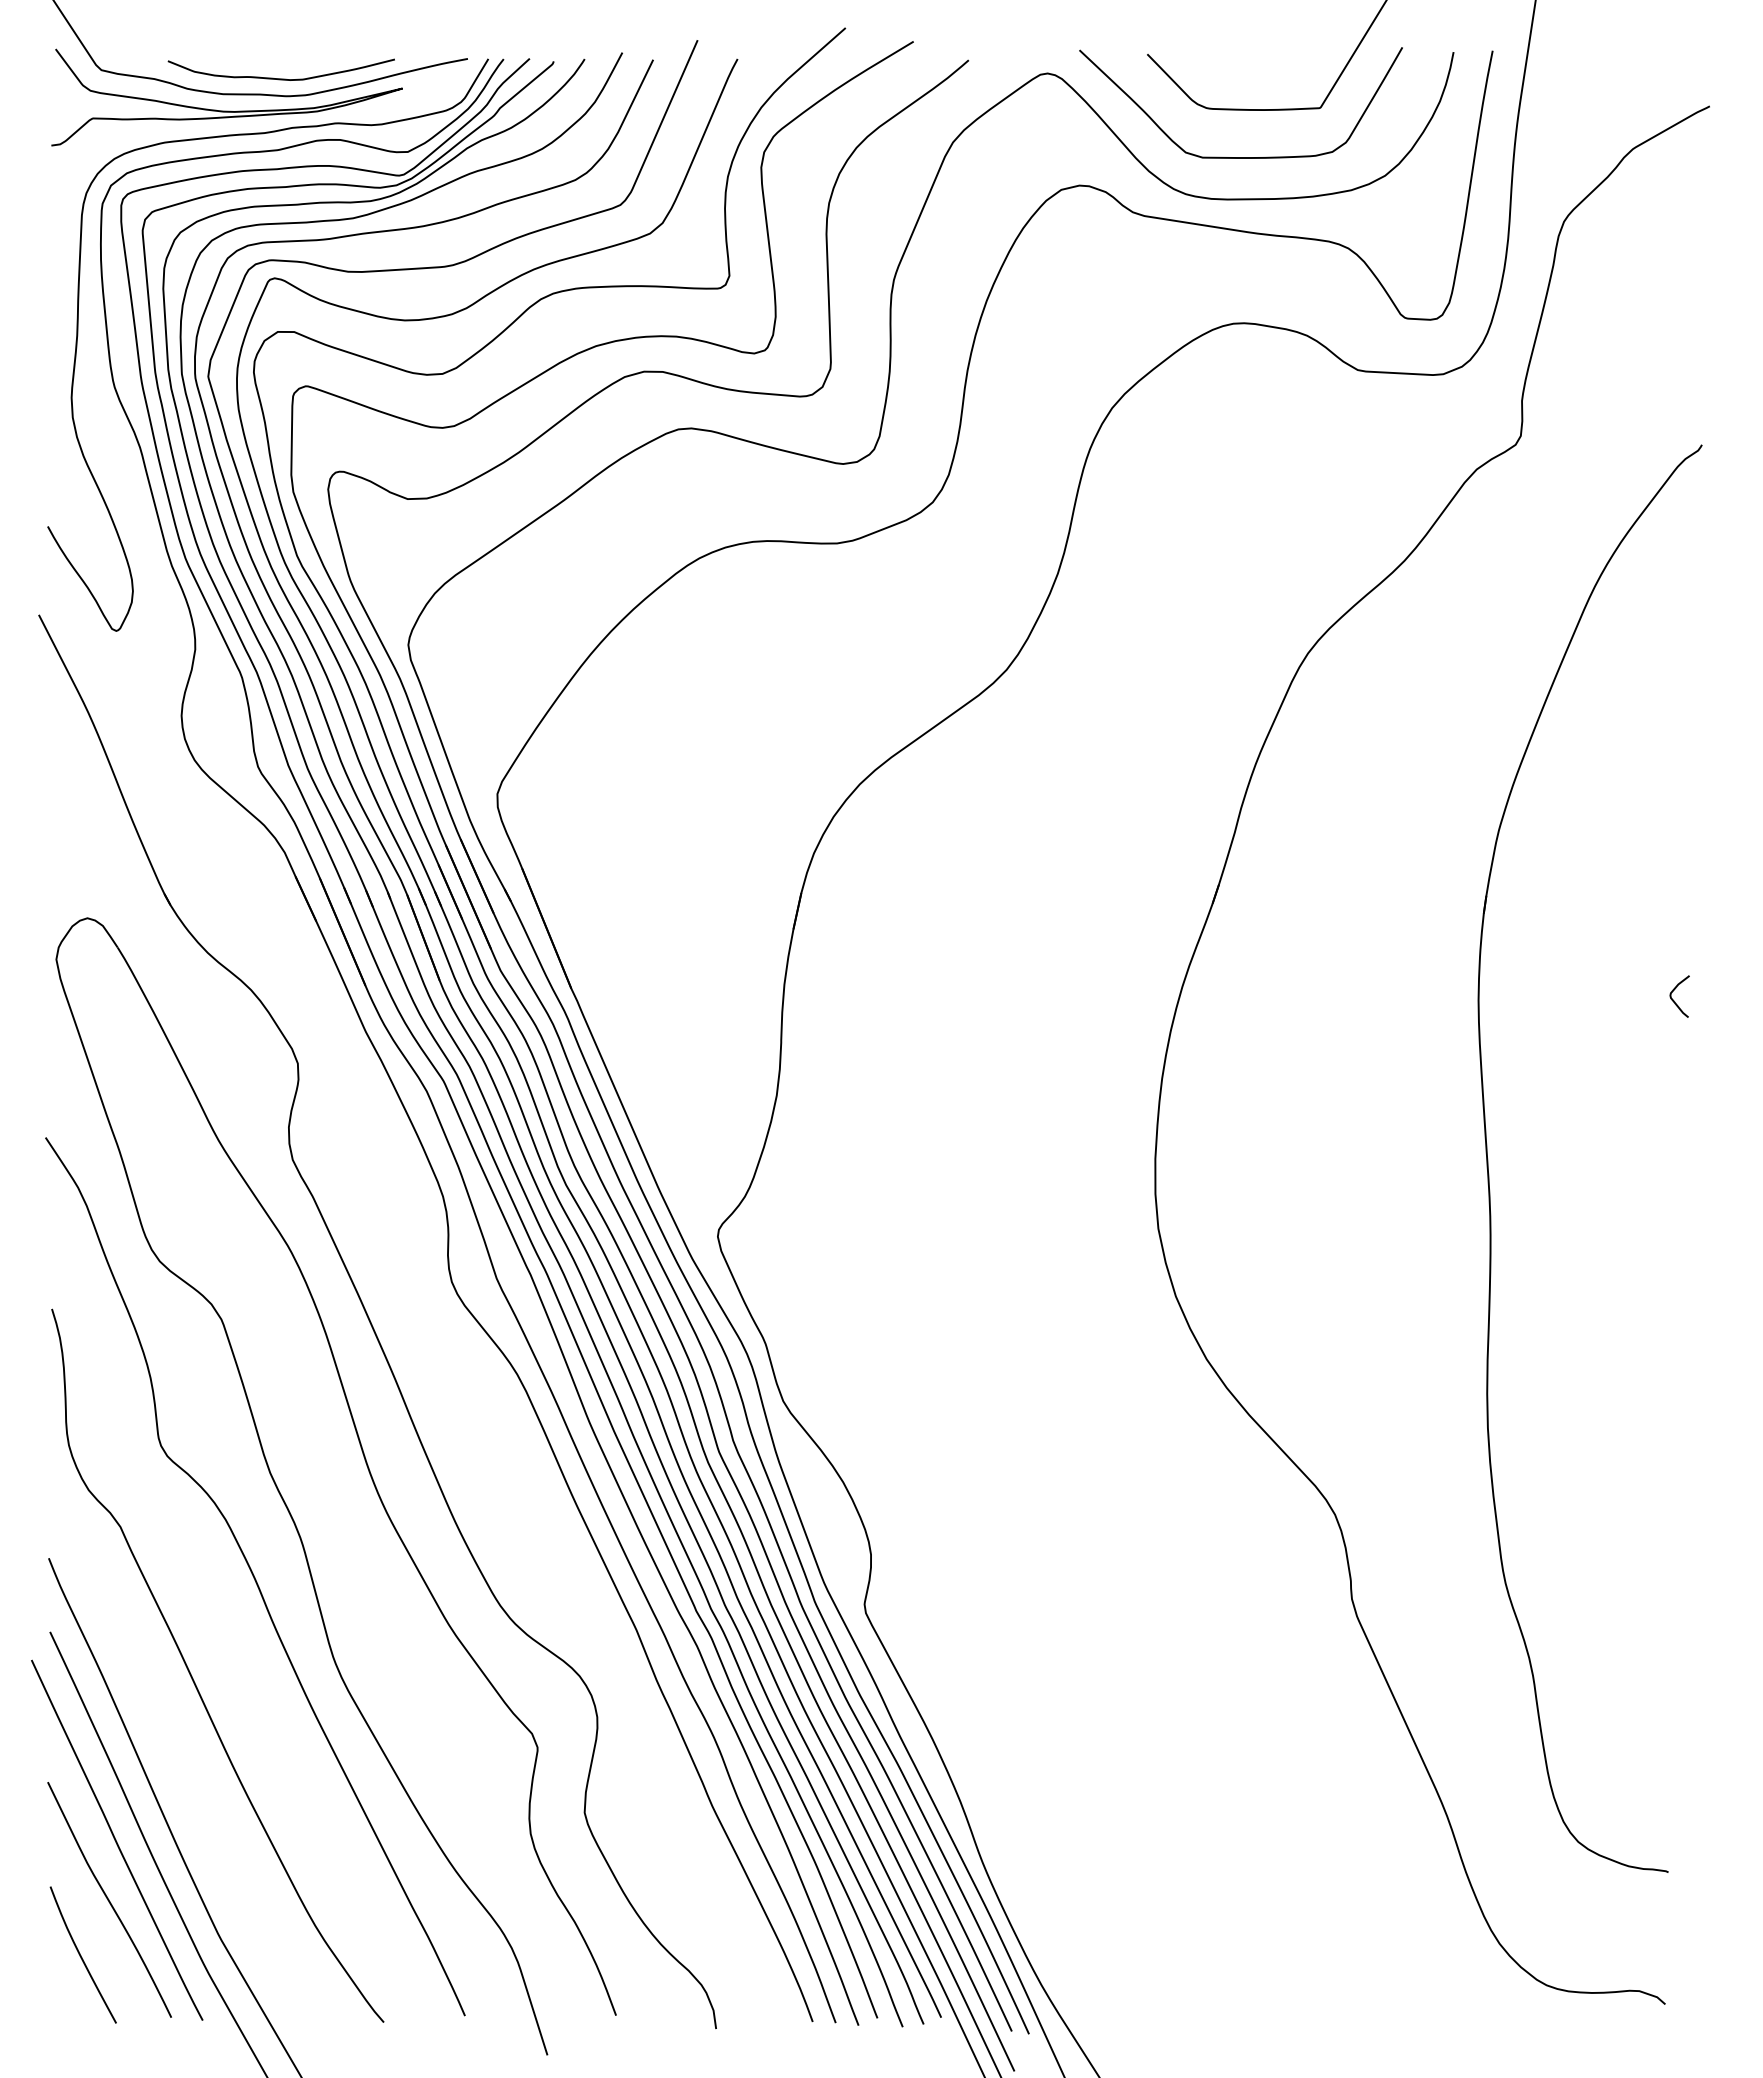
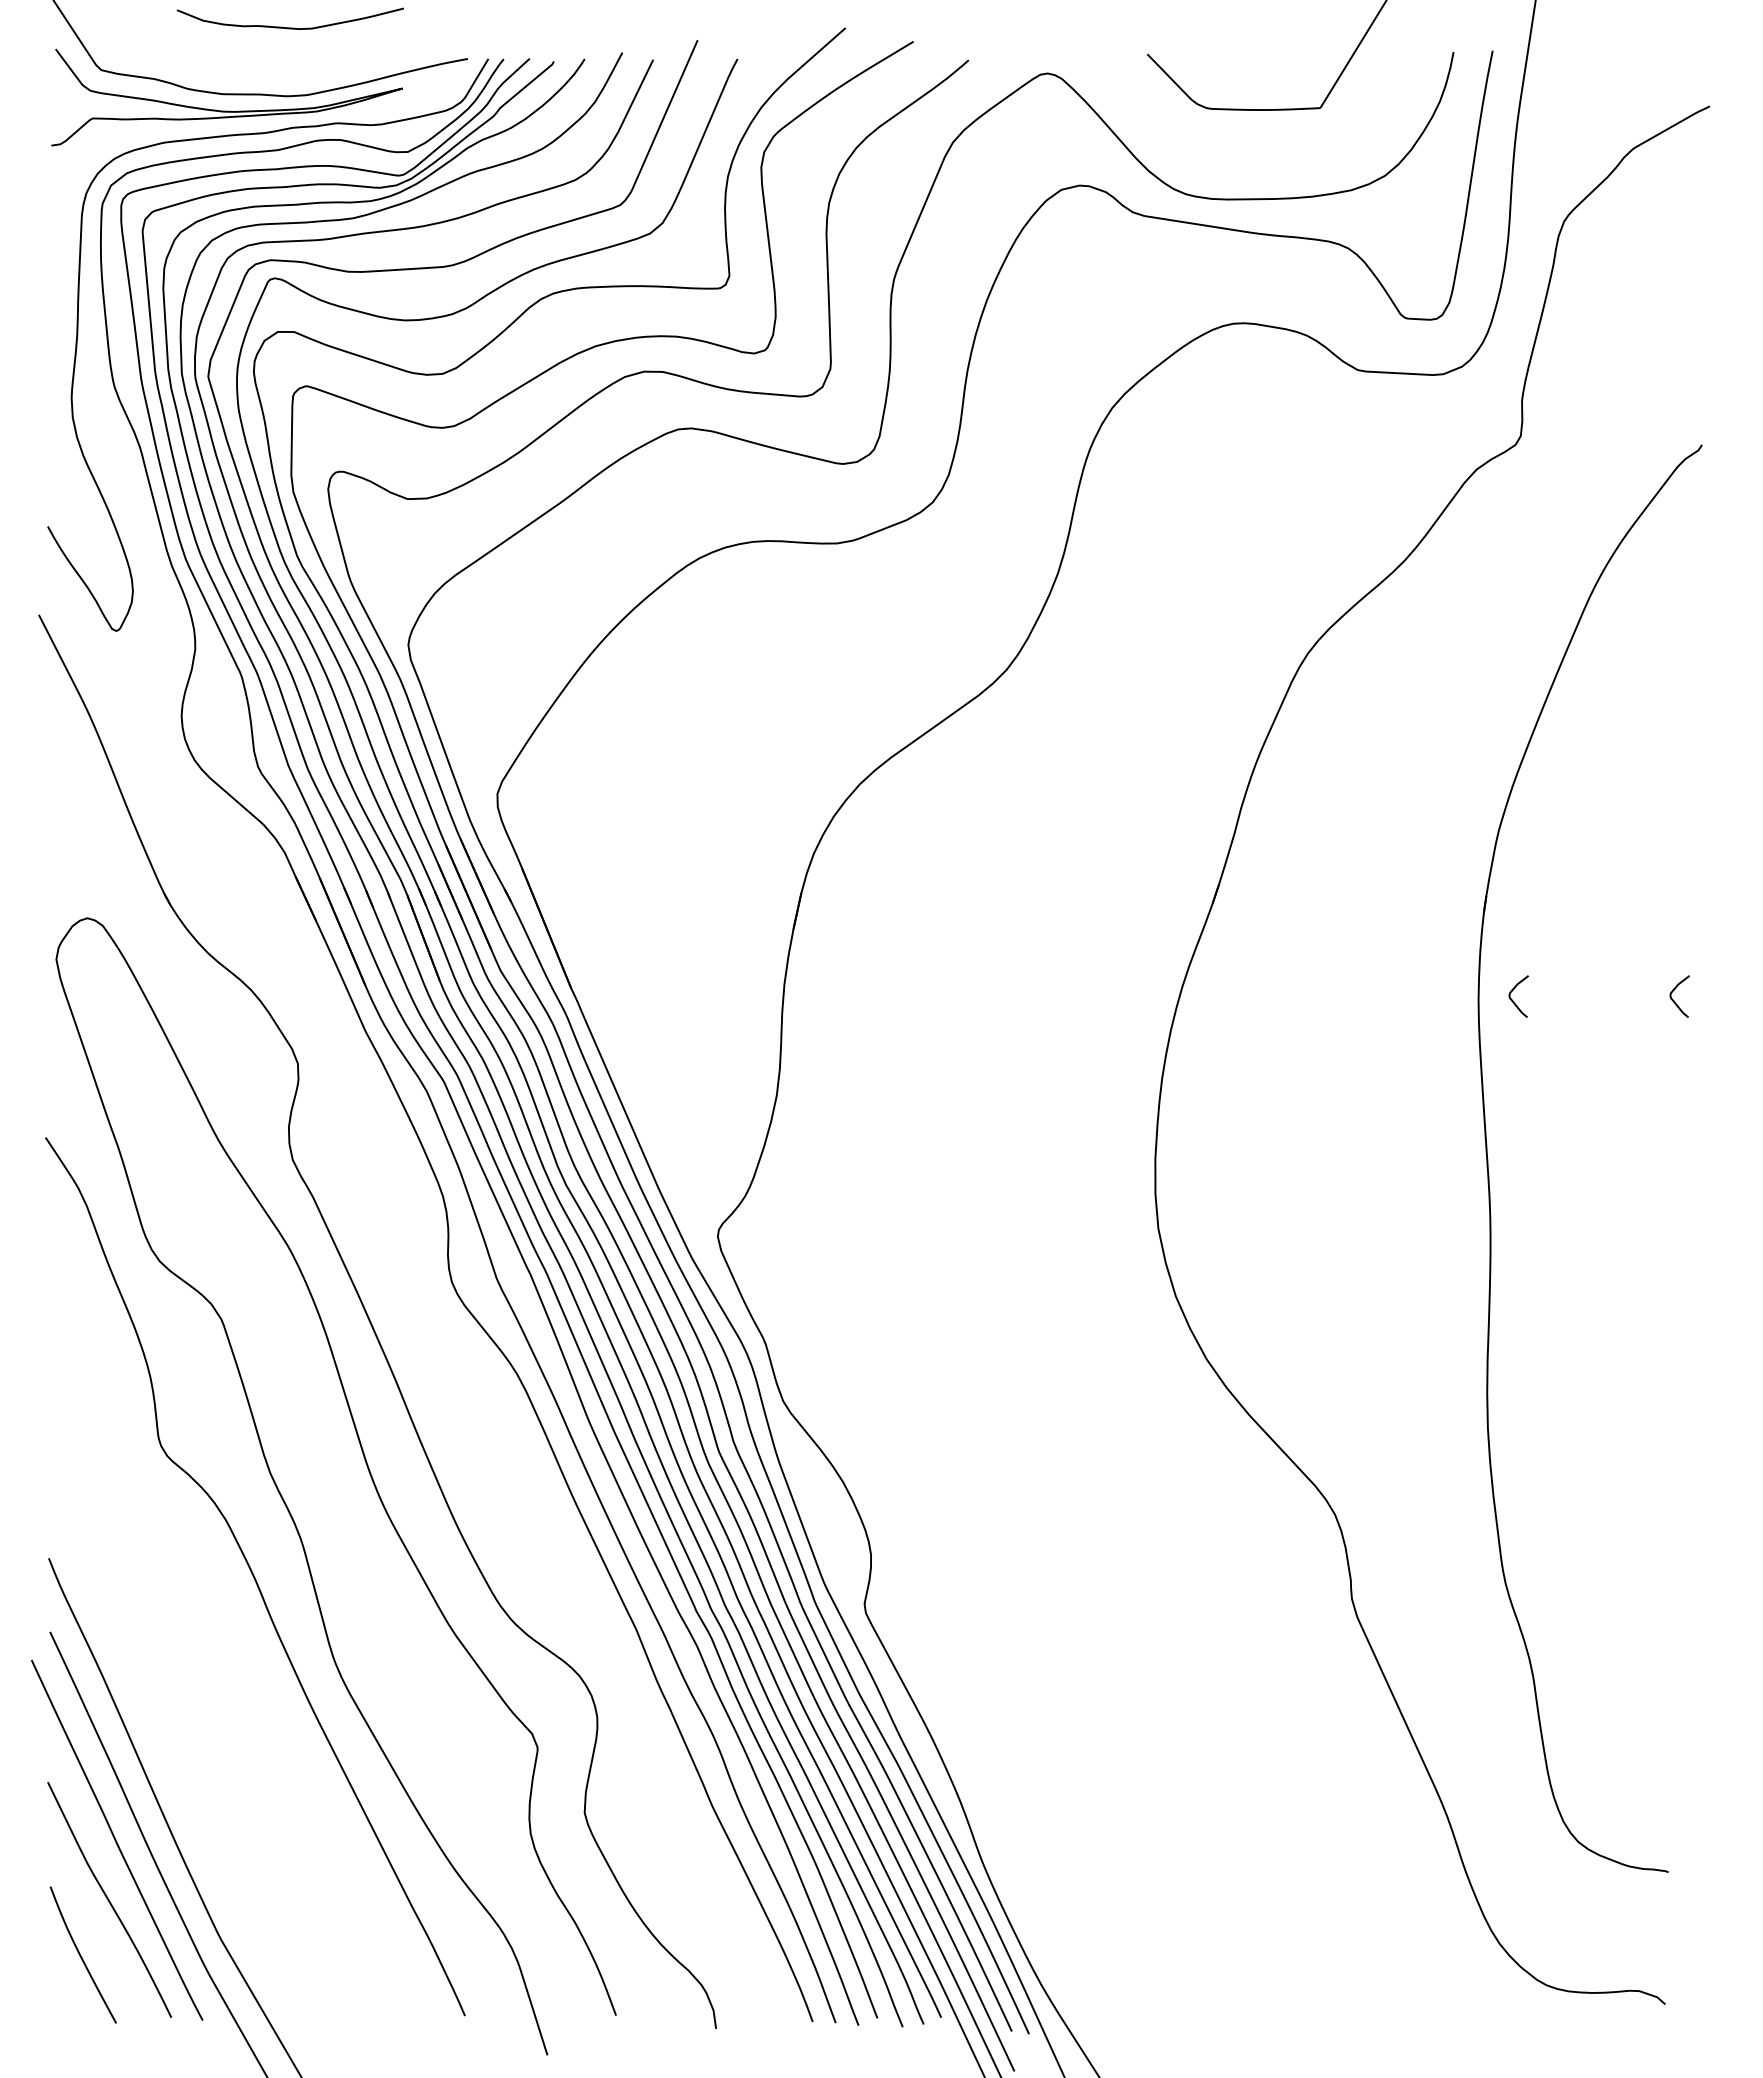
curve at (280, 78) position: (280, 78) -> (289, 27)
curve at (1240, 157): present -> none
curve at (1513, 1000): none -> present
curve at (191, 1673): present -> none
